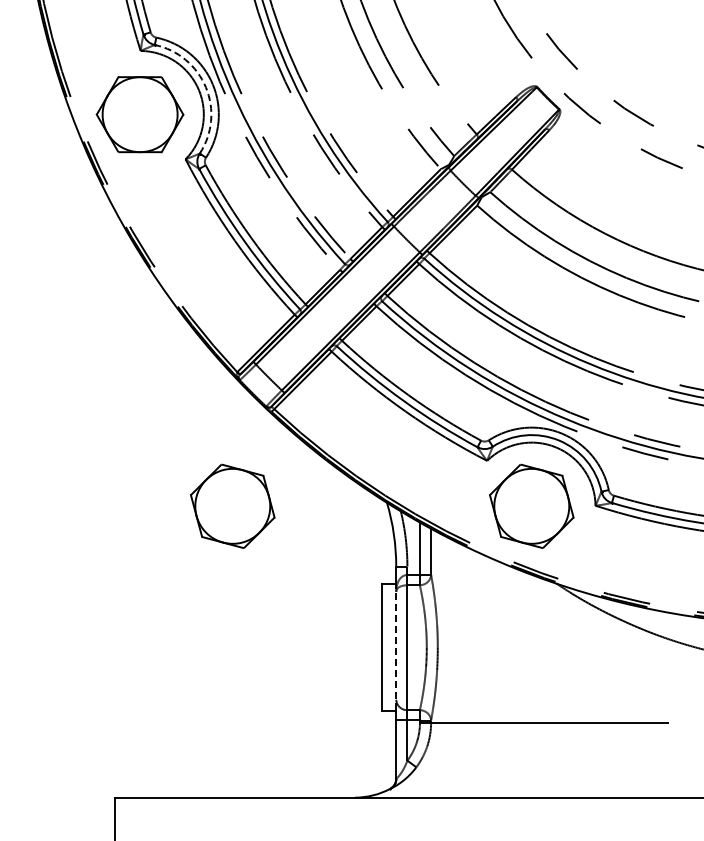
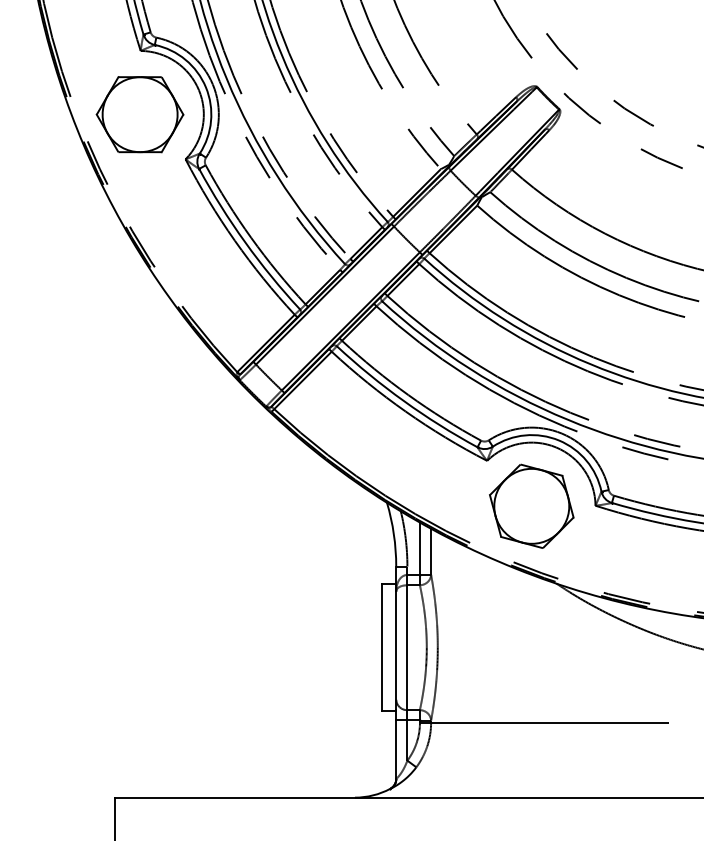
arc at (205, 87): dashed -> solid
part at (232, 505): present -> none
line at (396, 647): dashed -> solid
